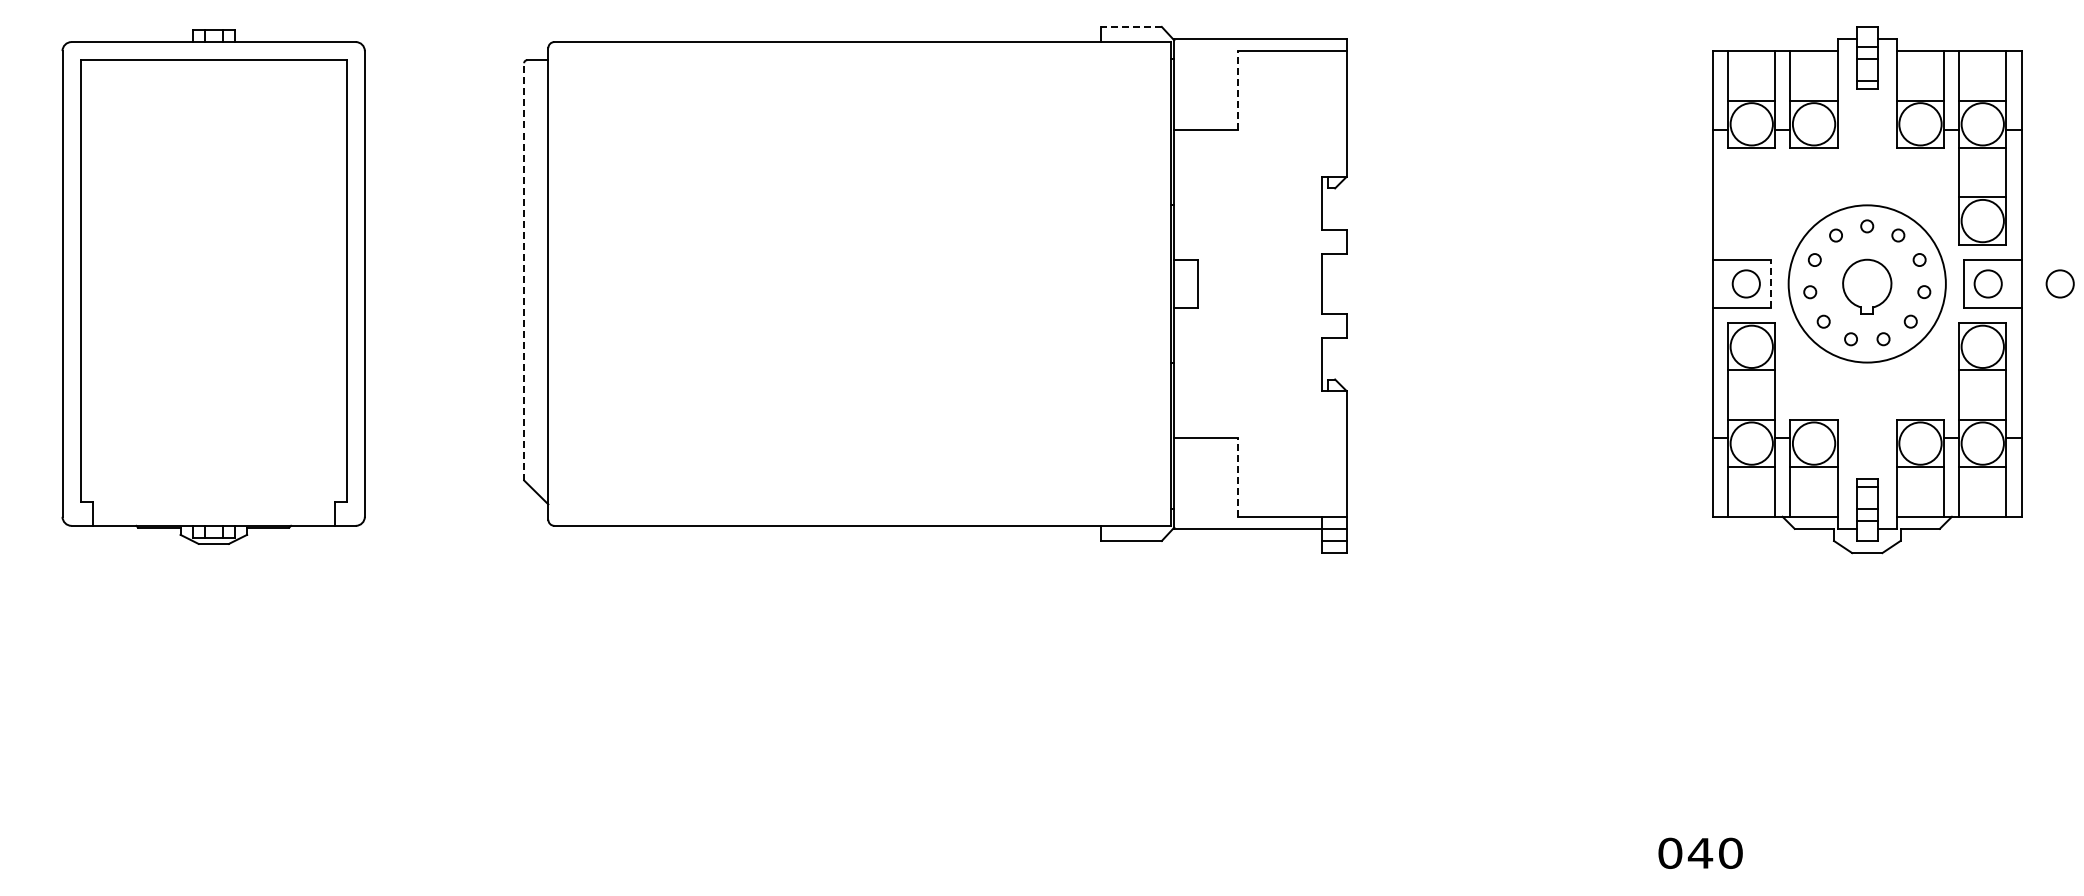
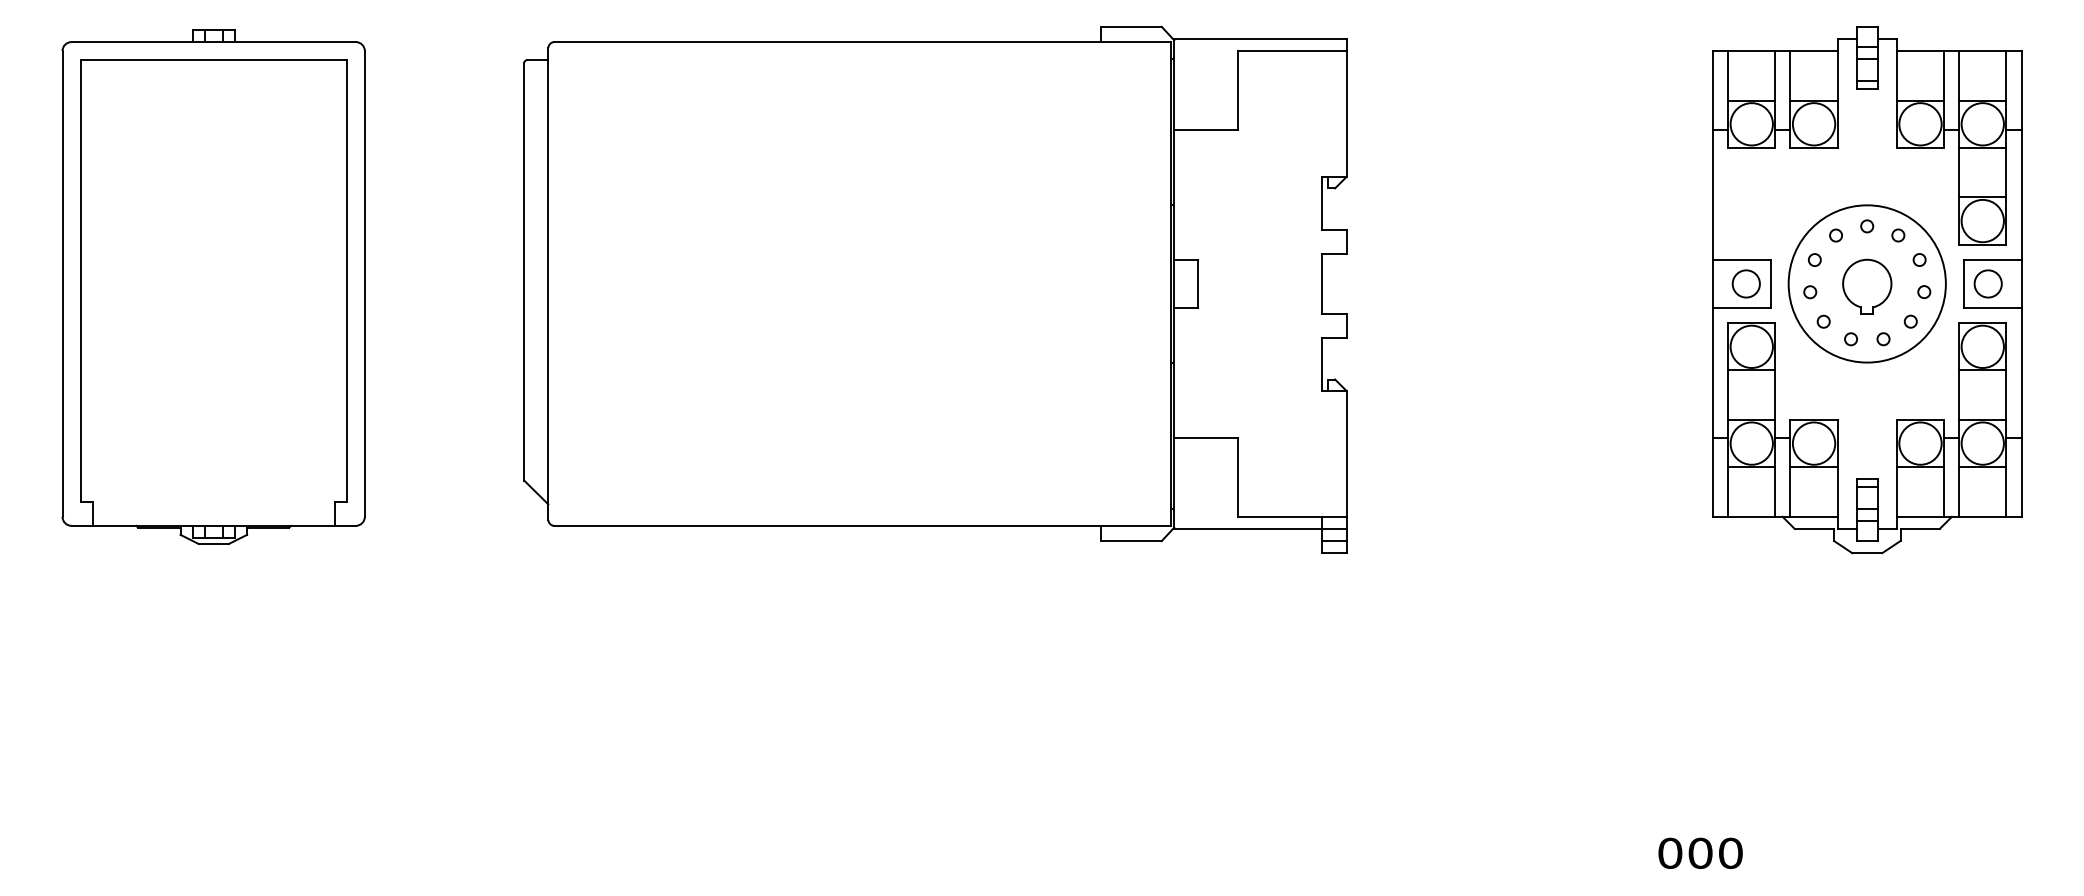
line at (1131, 26): dashed -> solid
line at (1237, 89): dashed -> solid
line at (524, 271): dashed -> solid
line at (1770, 283): dashed -> solid
circle at (2059, 283): present -> none
line at (1237, 476): dashed -> solid
text at (1700, 852): 040 -> 000
